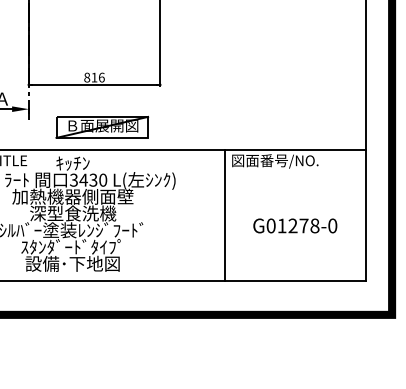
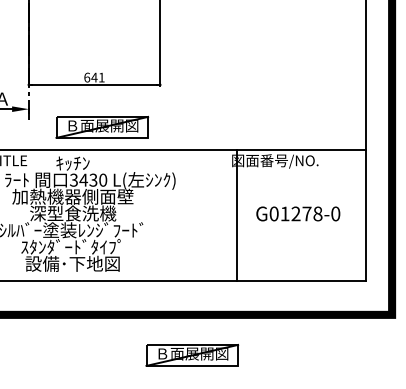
text at (94, 77): 816 -> 641
line at (224, 215) position: (224, 215) -> (236, 215)
text at (295, 225) position: (295, 225) -> (298, 213)
part at (192, 355): none -> present
